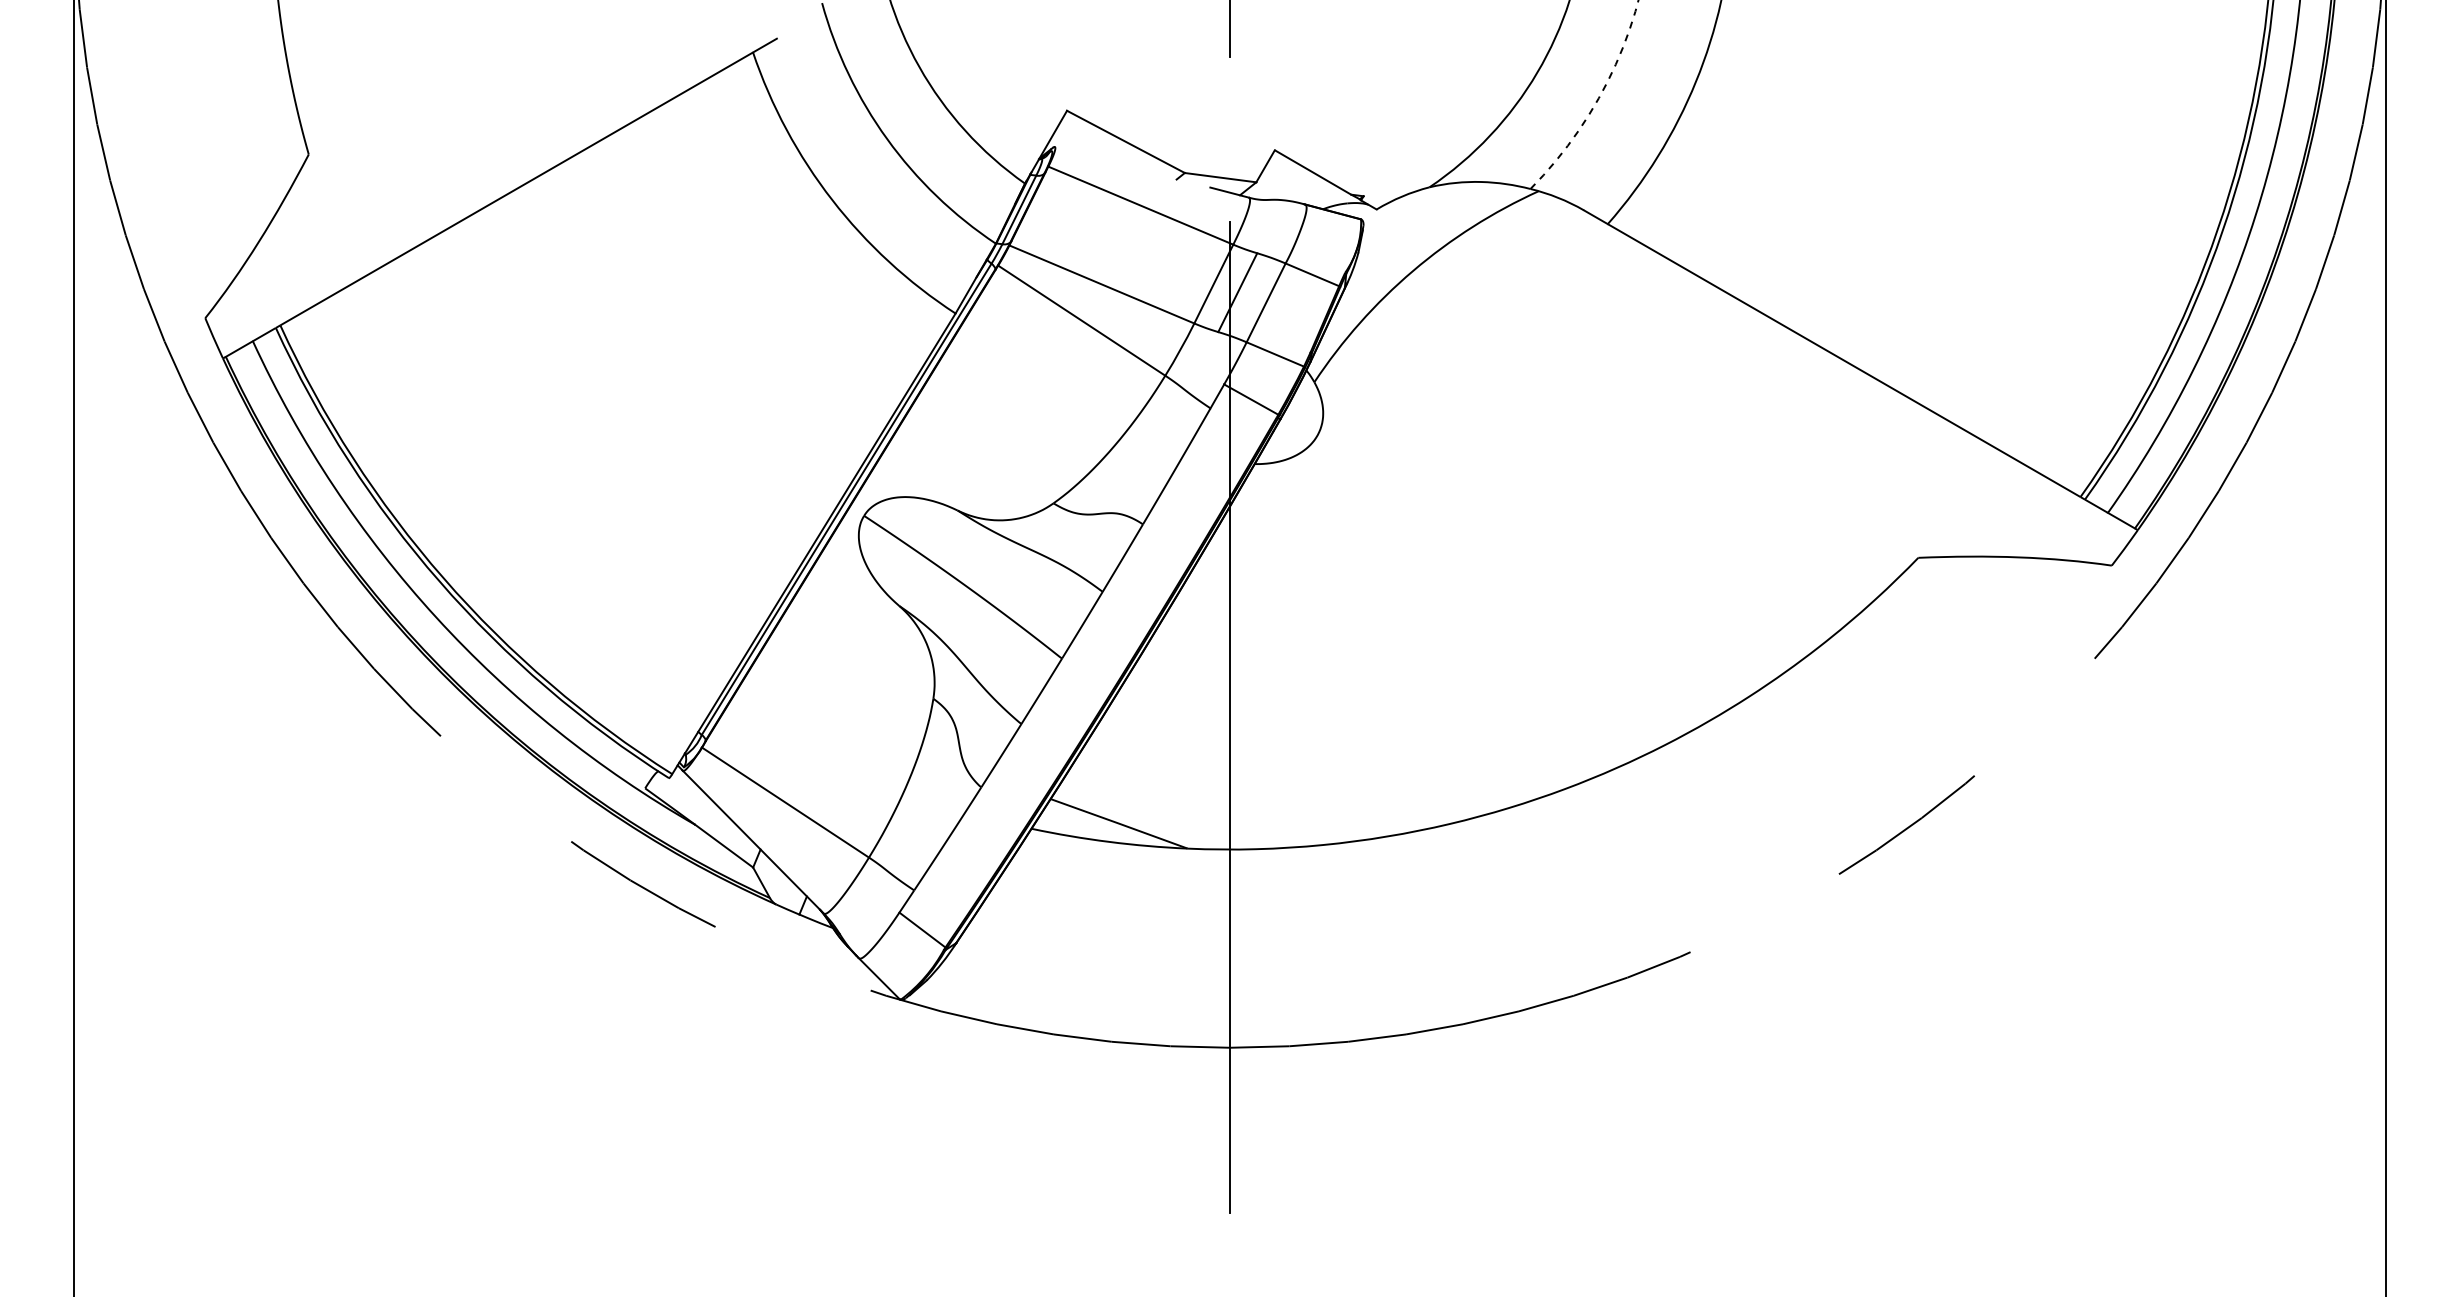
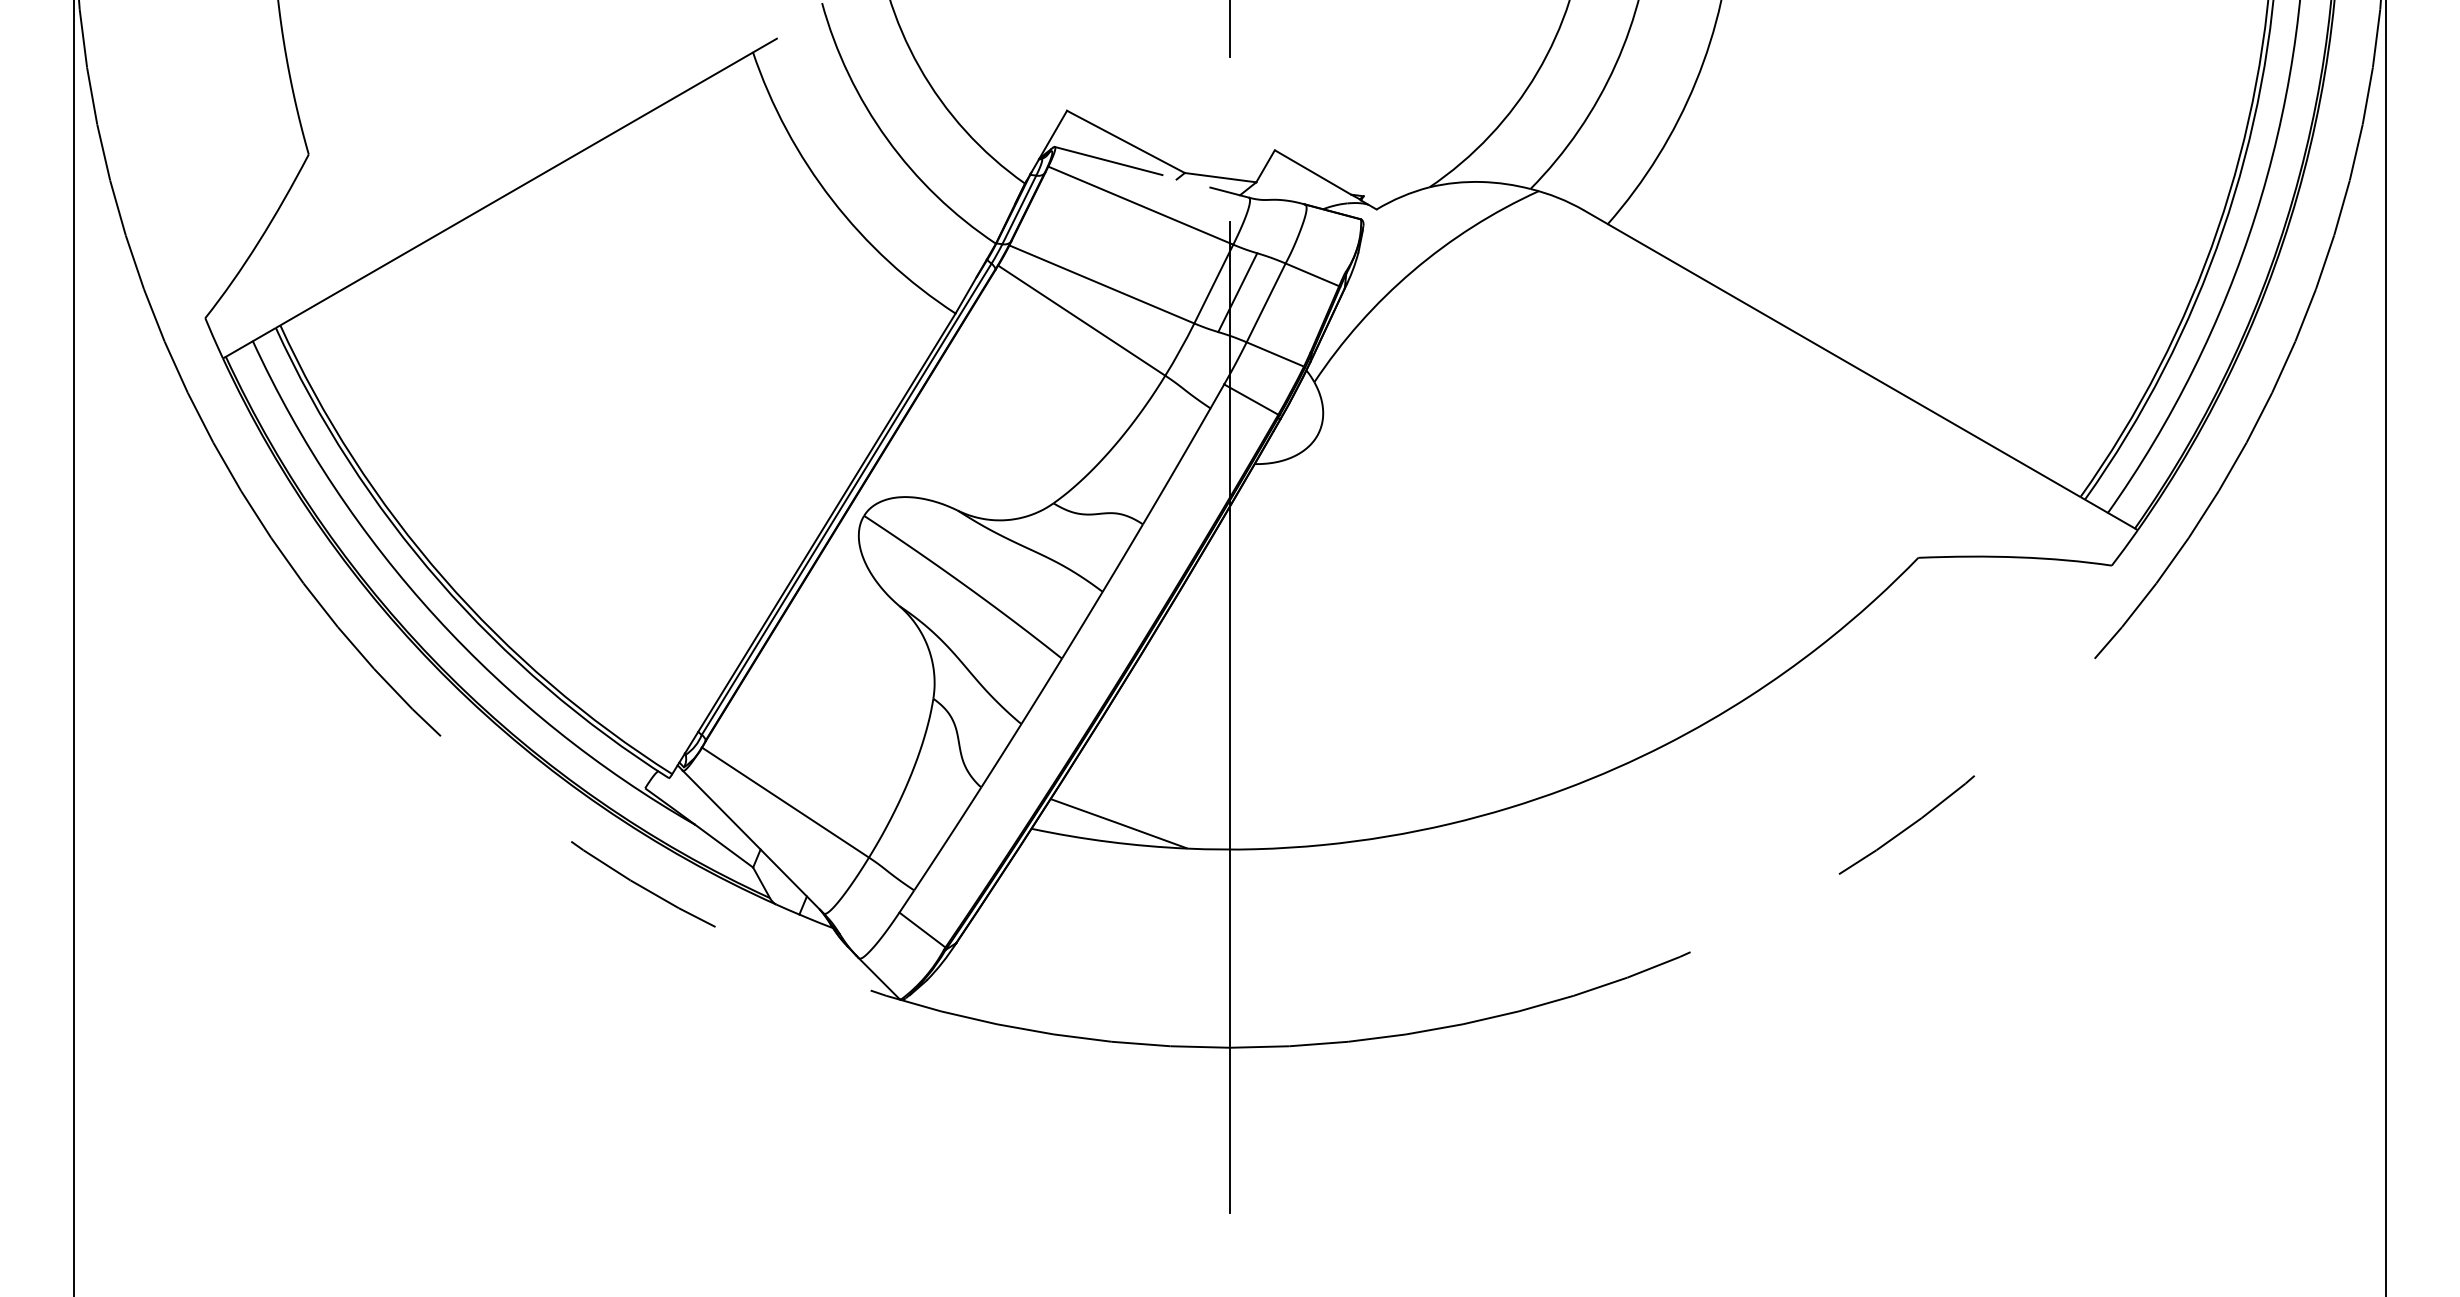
arc at (1596, 101): dashed -> solid
line at (1108, 160): none -> present
